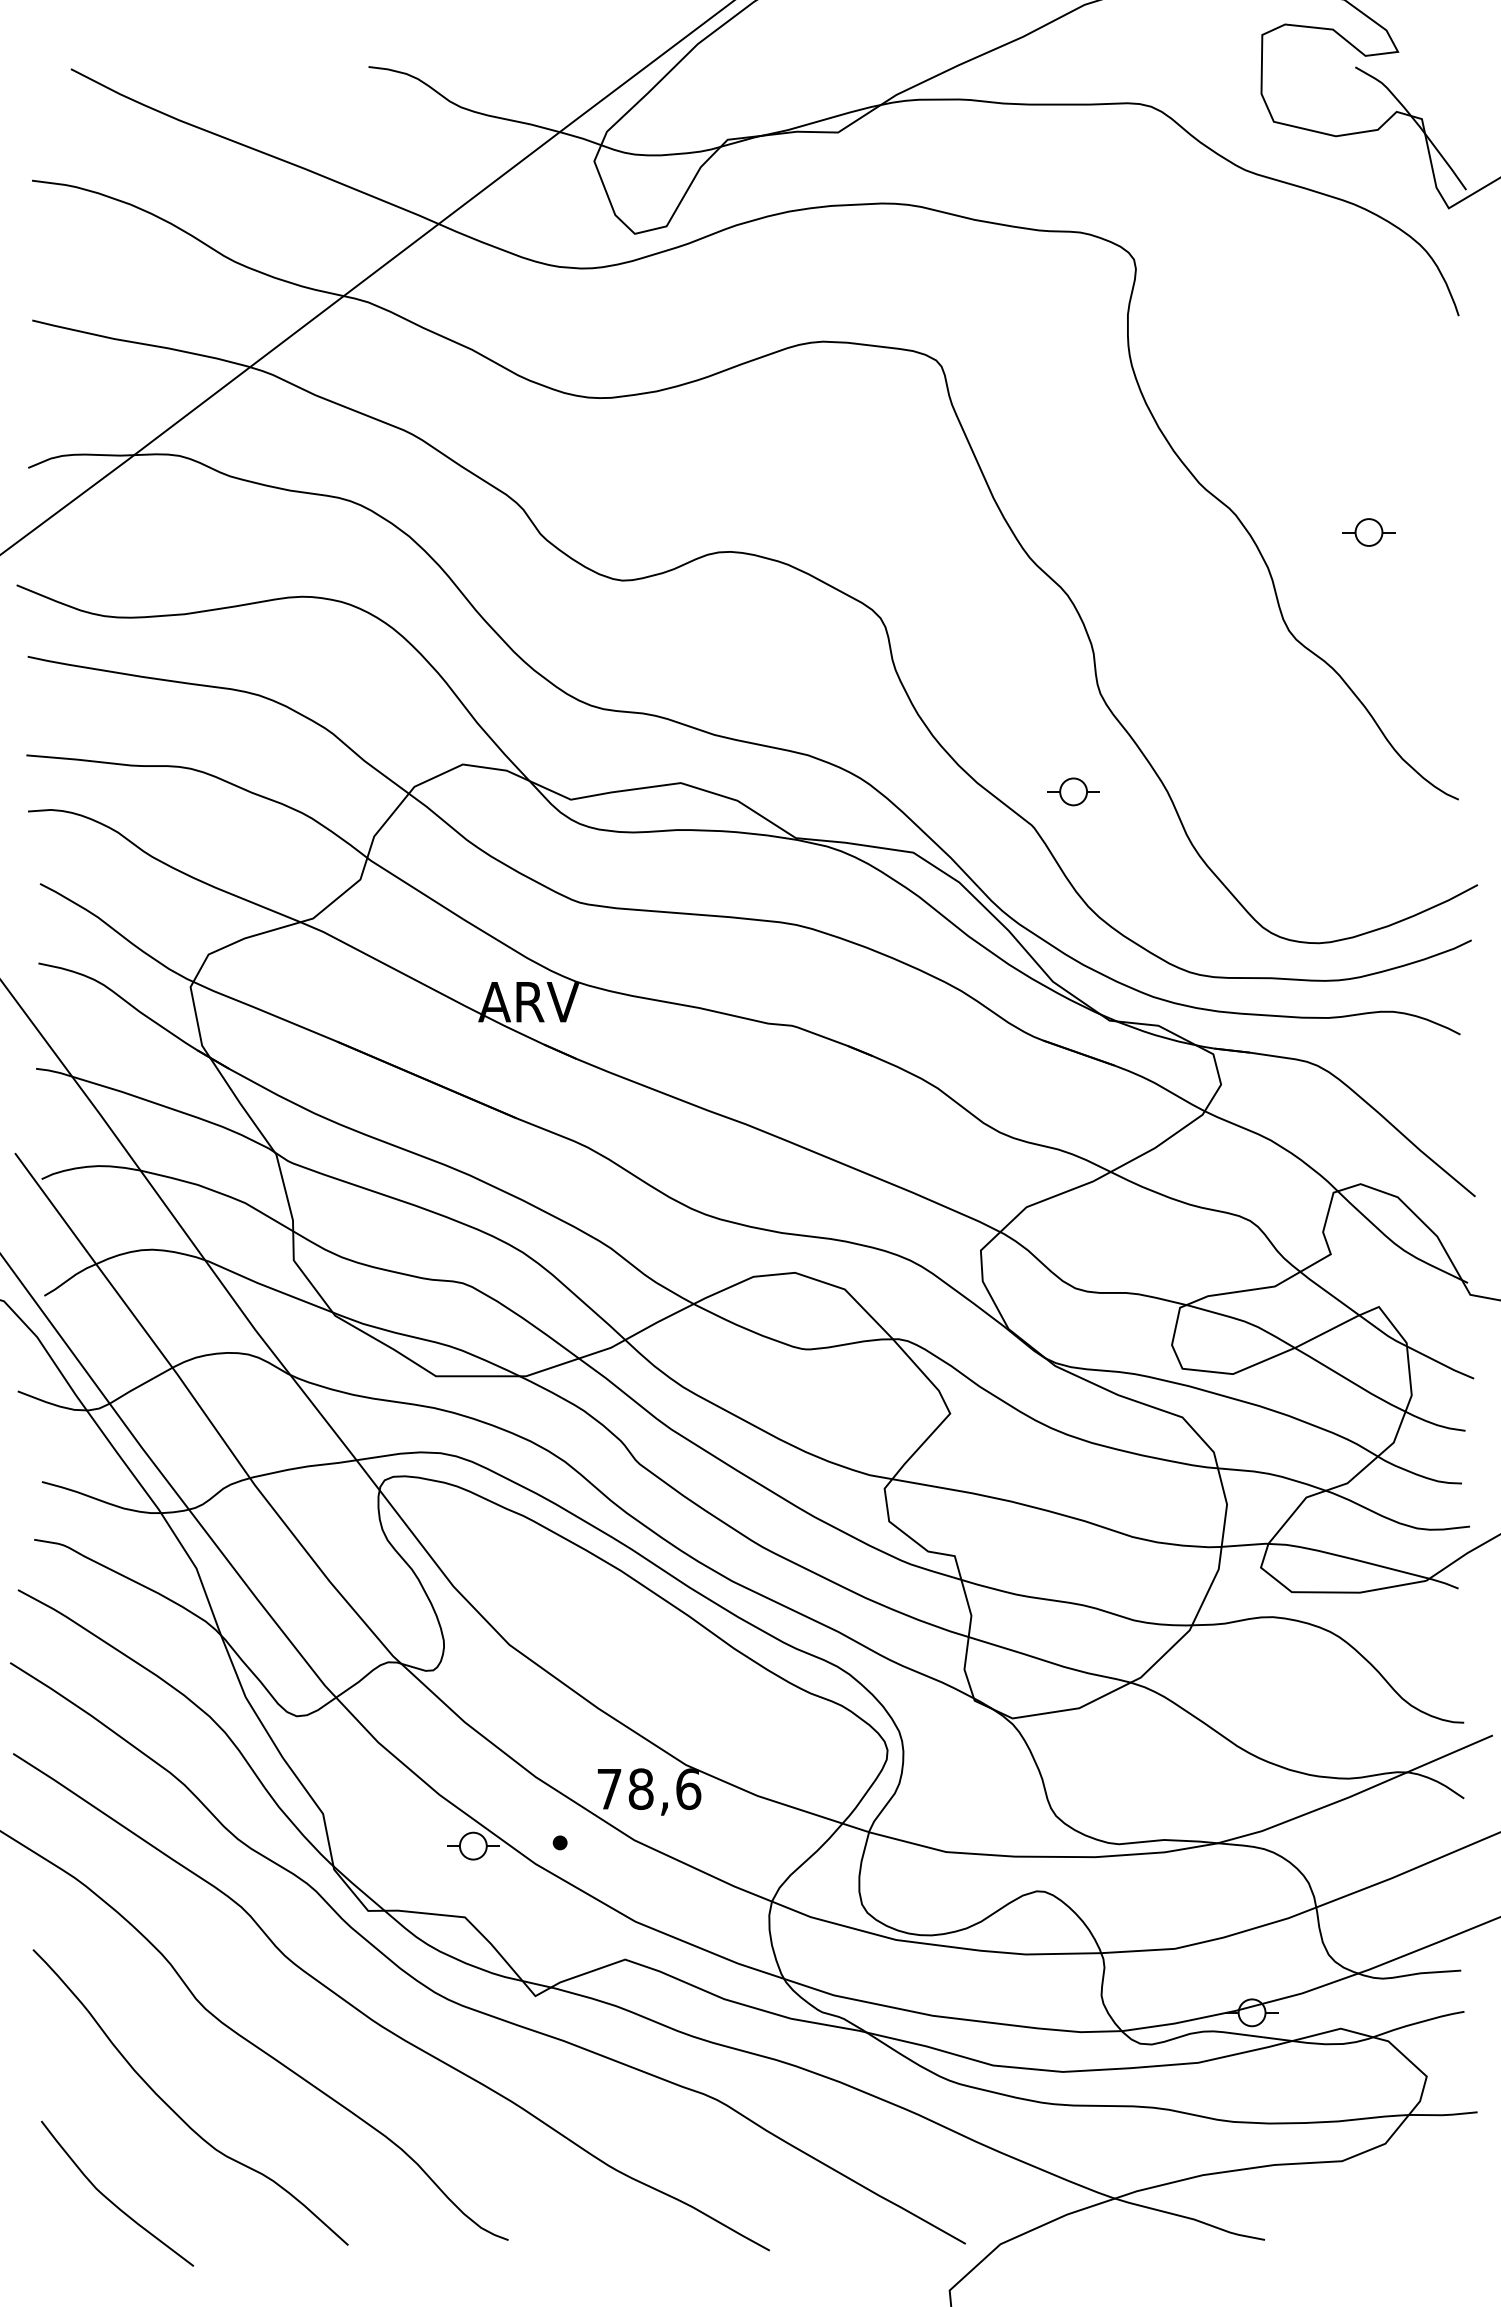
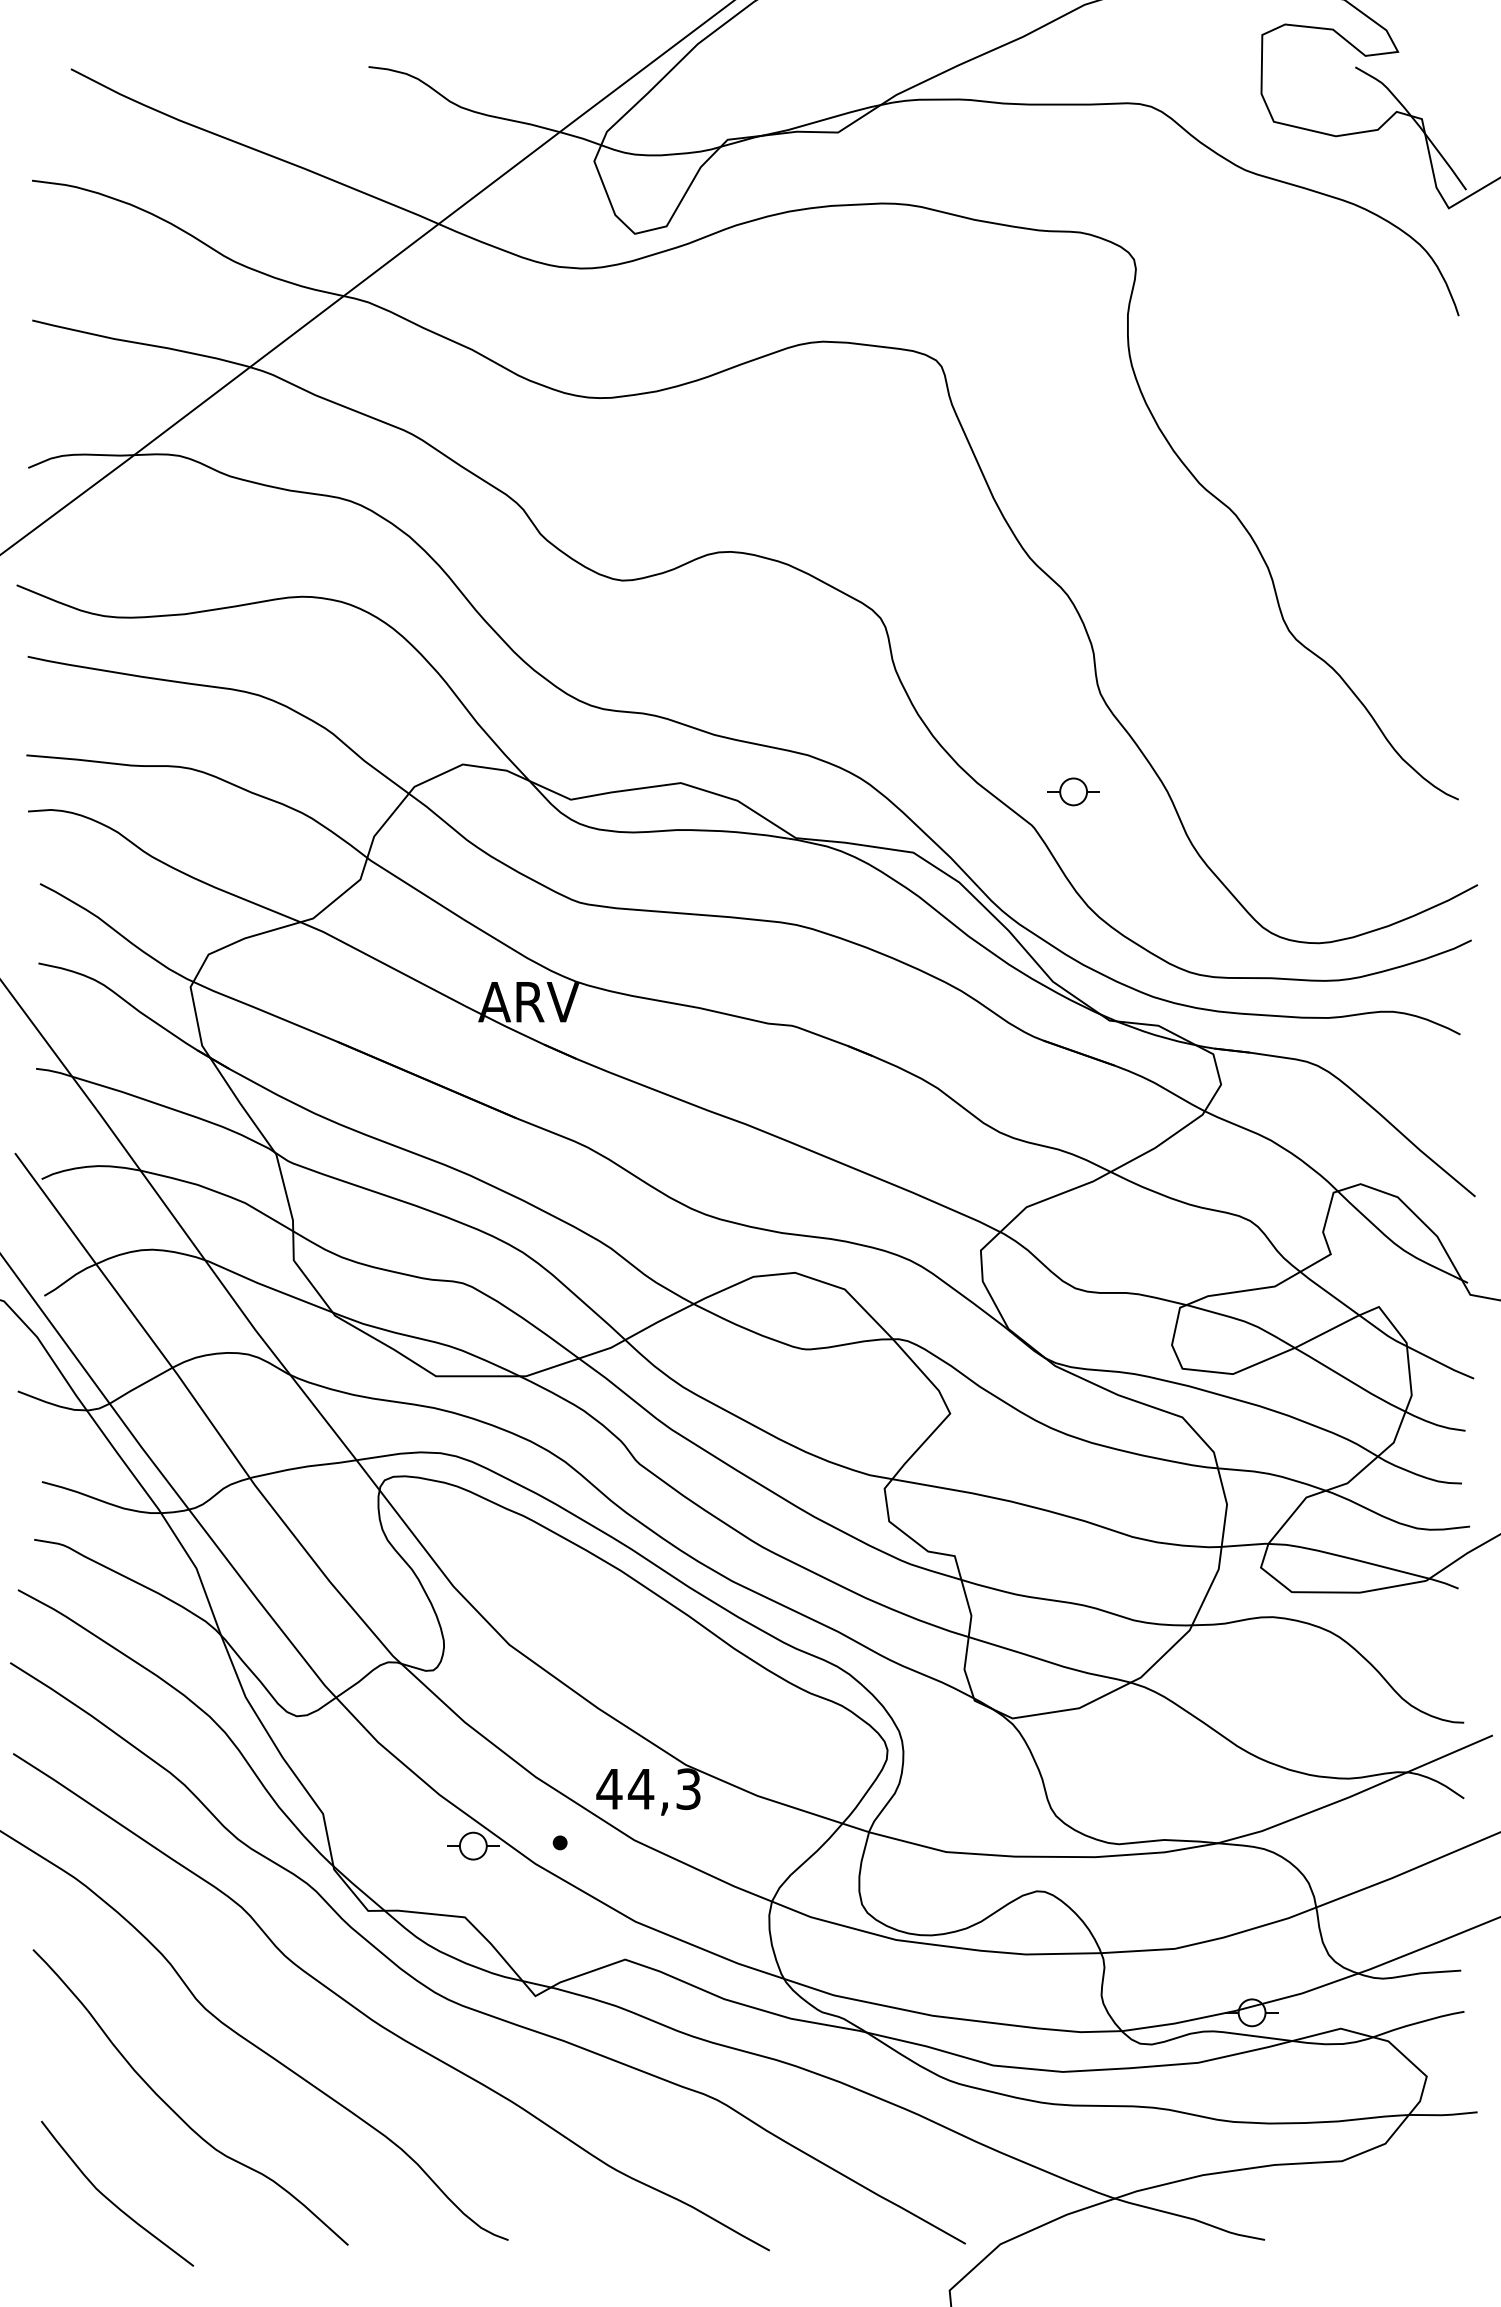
part at (1368, 532): present -> none
text at (648, 1789): 78,6 -> 44,3
